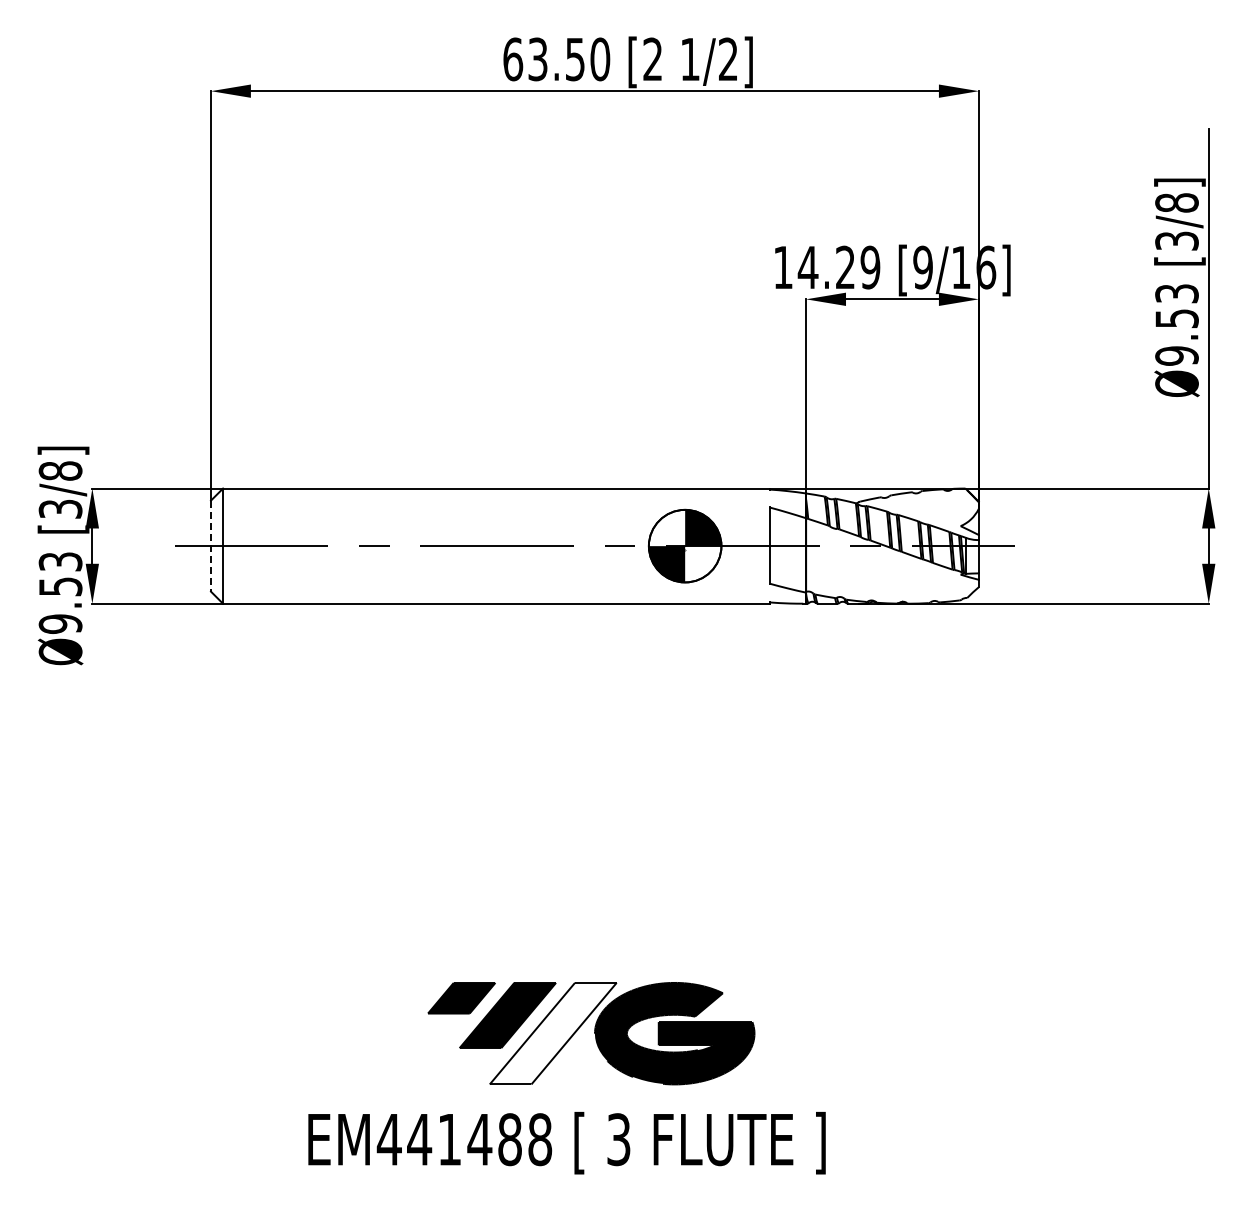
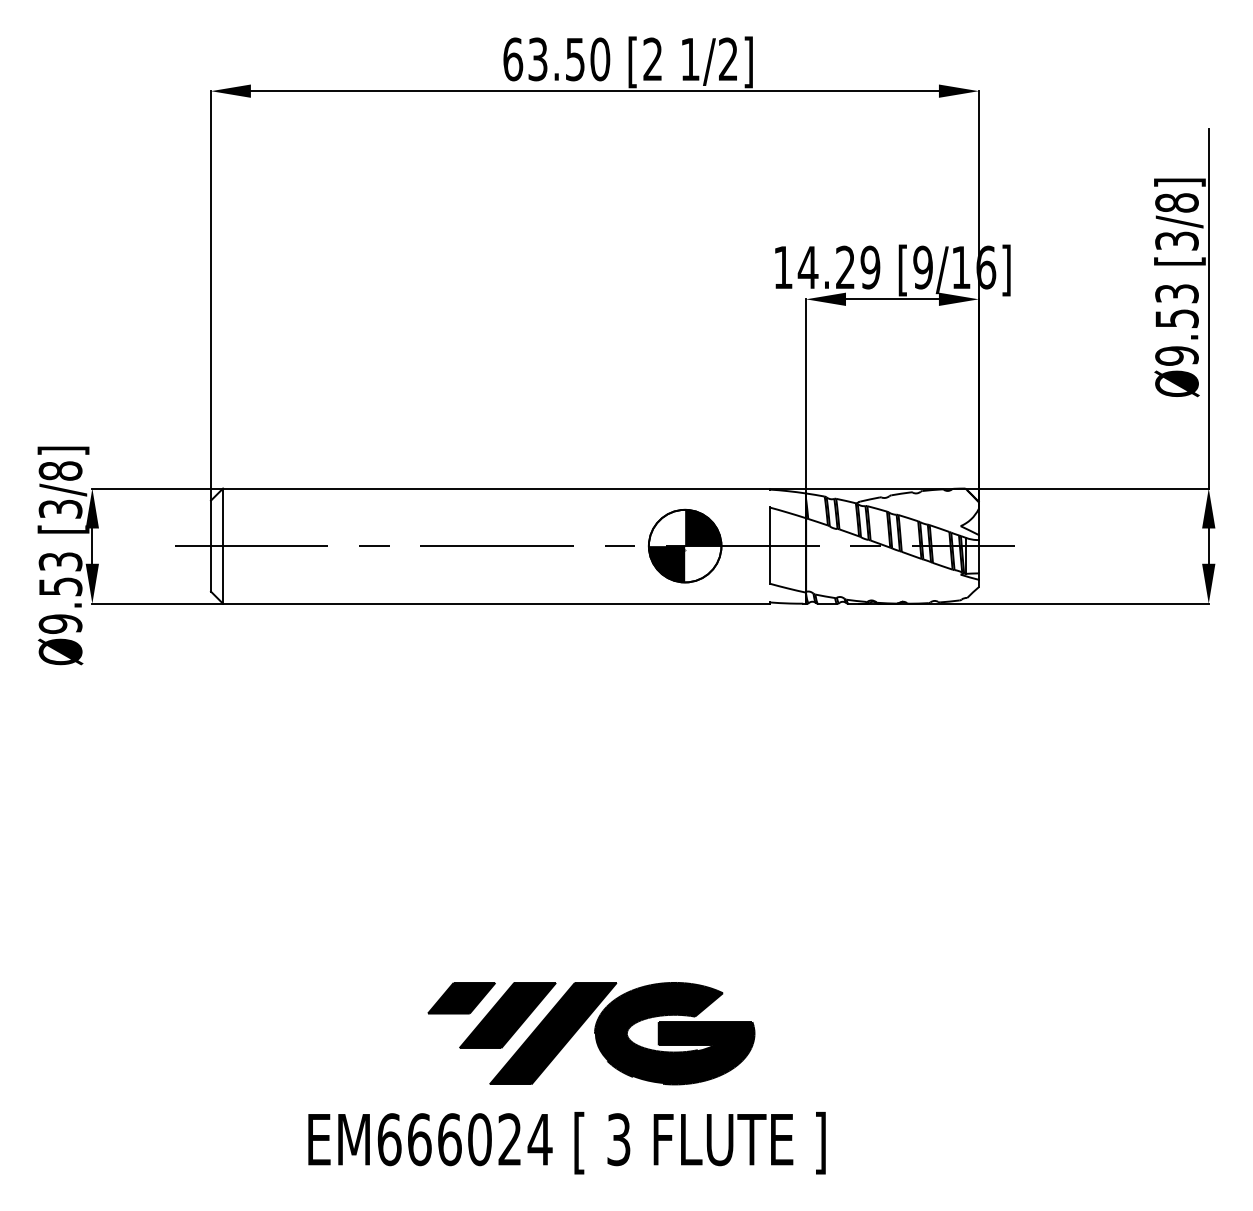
line at (210, 546): dashed -> solid
fill at (552, 1033): none -> present
text at (464, 1139): EM441488 -> EM666024
